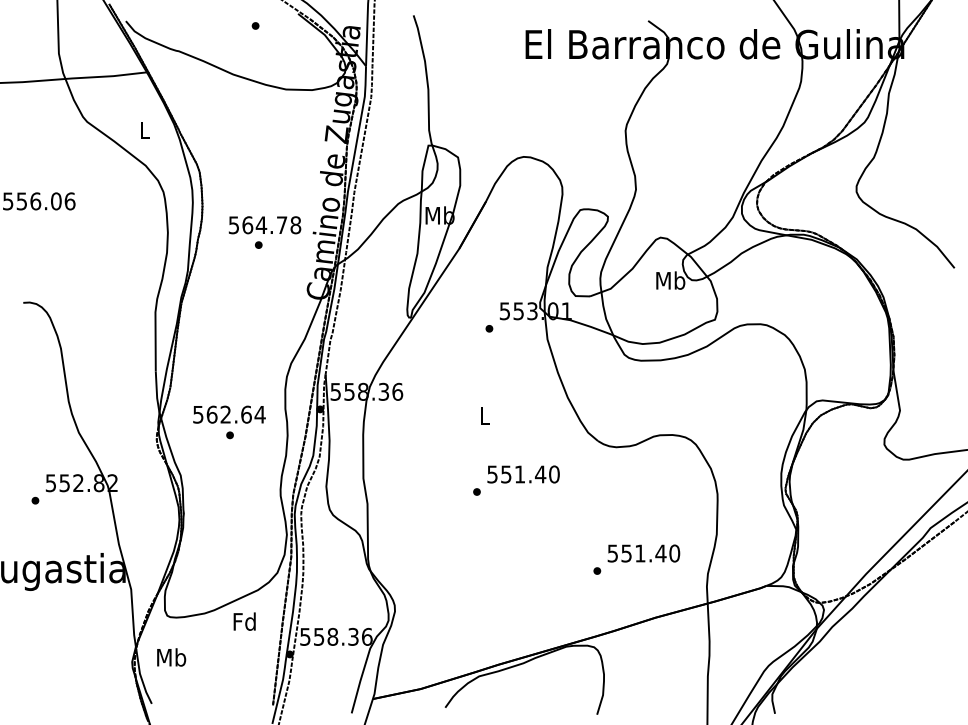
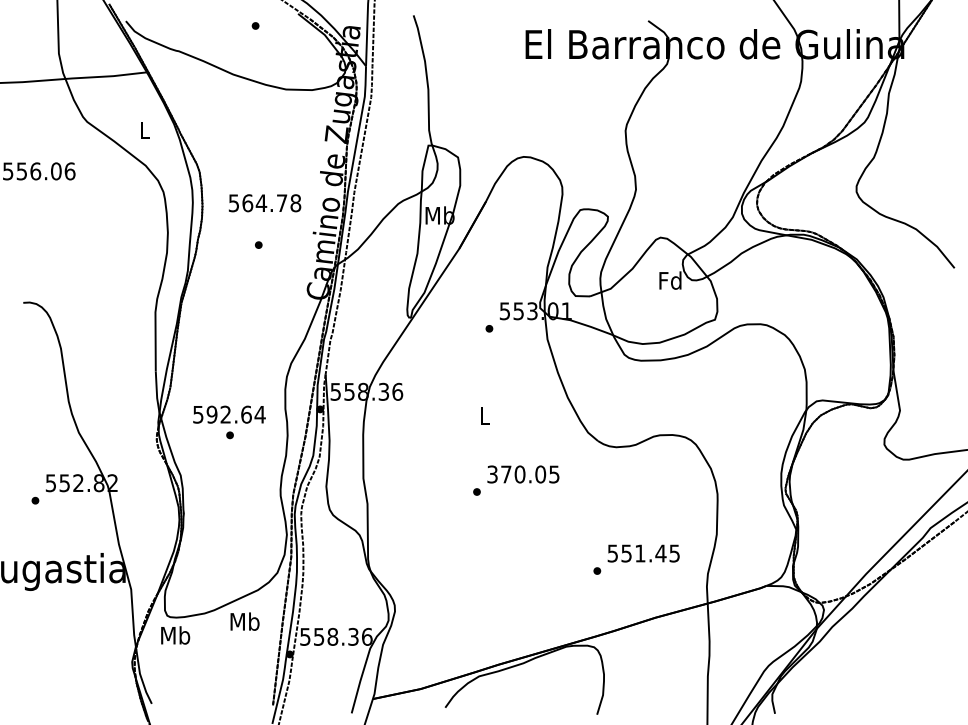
text at (39, 201) position: (39, 201) -> (39, 171)
text at (264, 225) position: (264, 225) -> (264, 203)
text at (670, 280): Mb -> Fd
text at (211, 414): 562.64 -> 592.64
text at (523, 474): 551.40 -> 370.05
text at (674, 553): 551.40 -> 551.45
text at (244, 621): Fd -> Mb
text at (171, 657) position: (171, 657) -> (175, 635)
